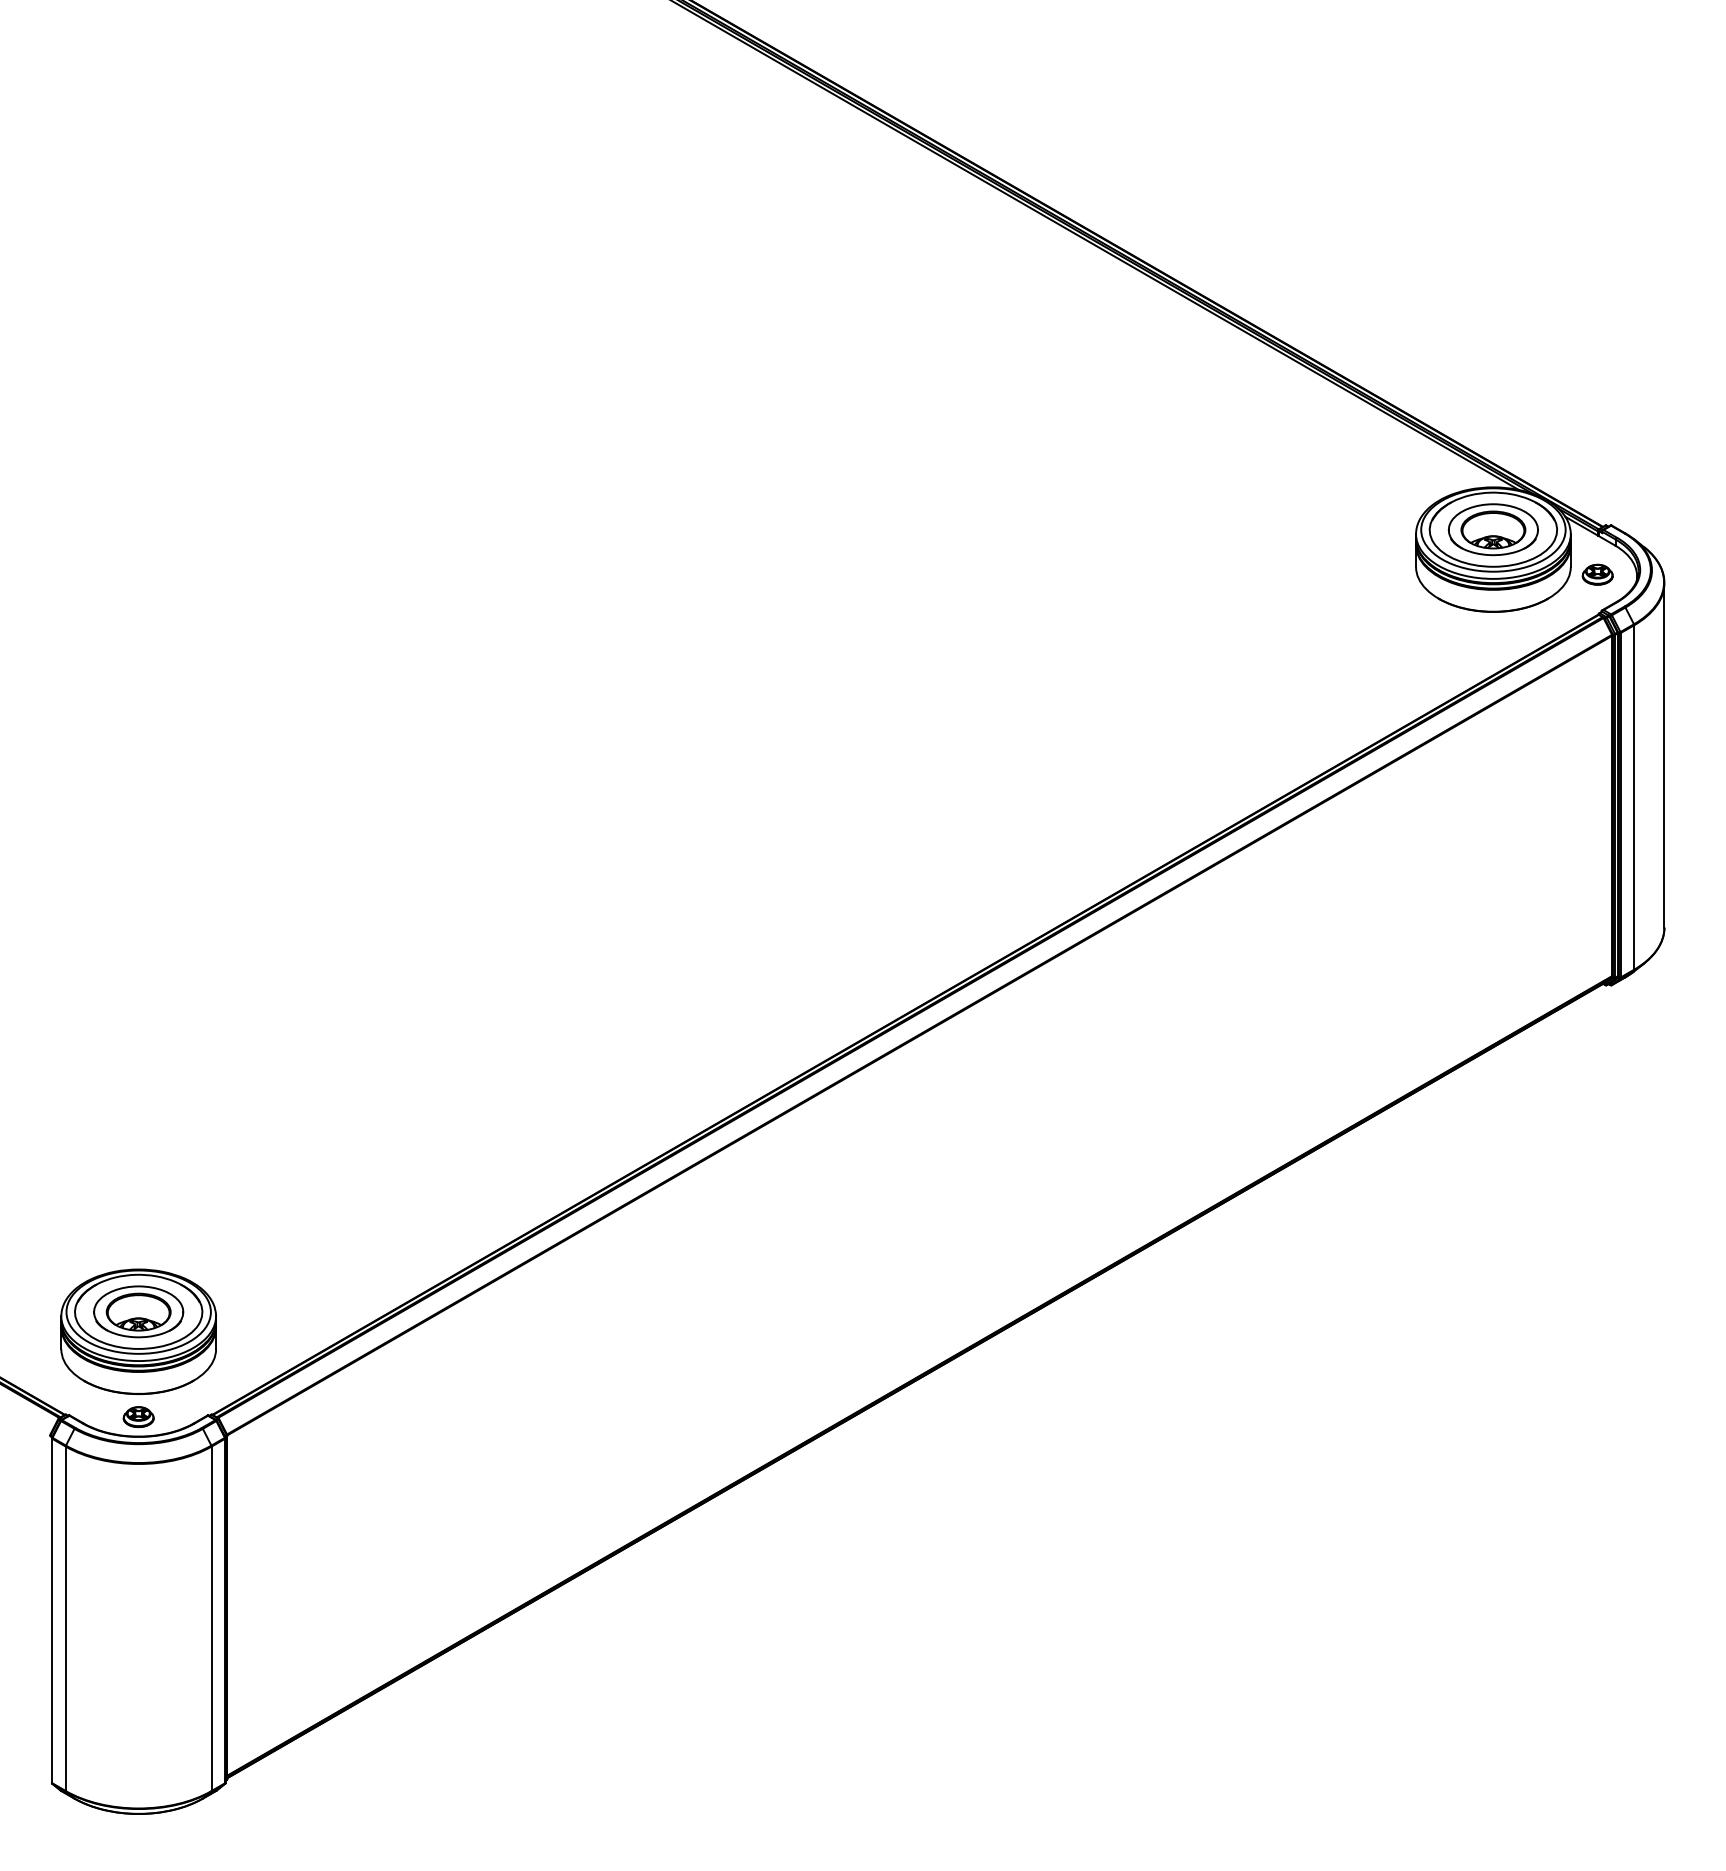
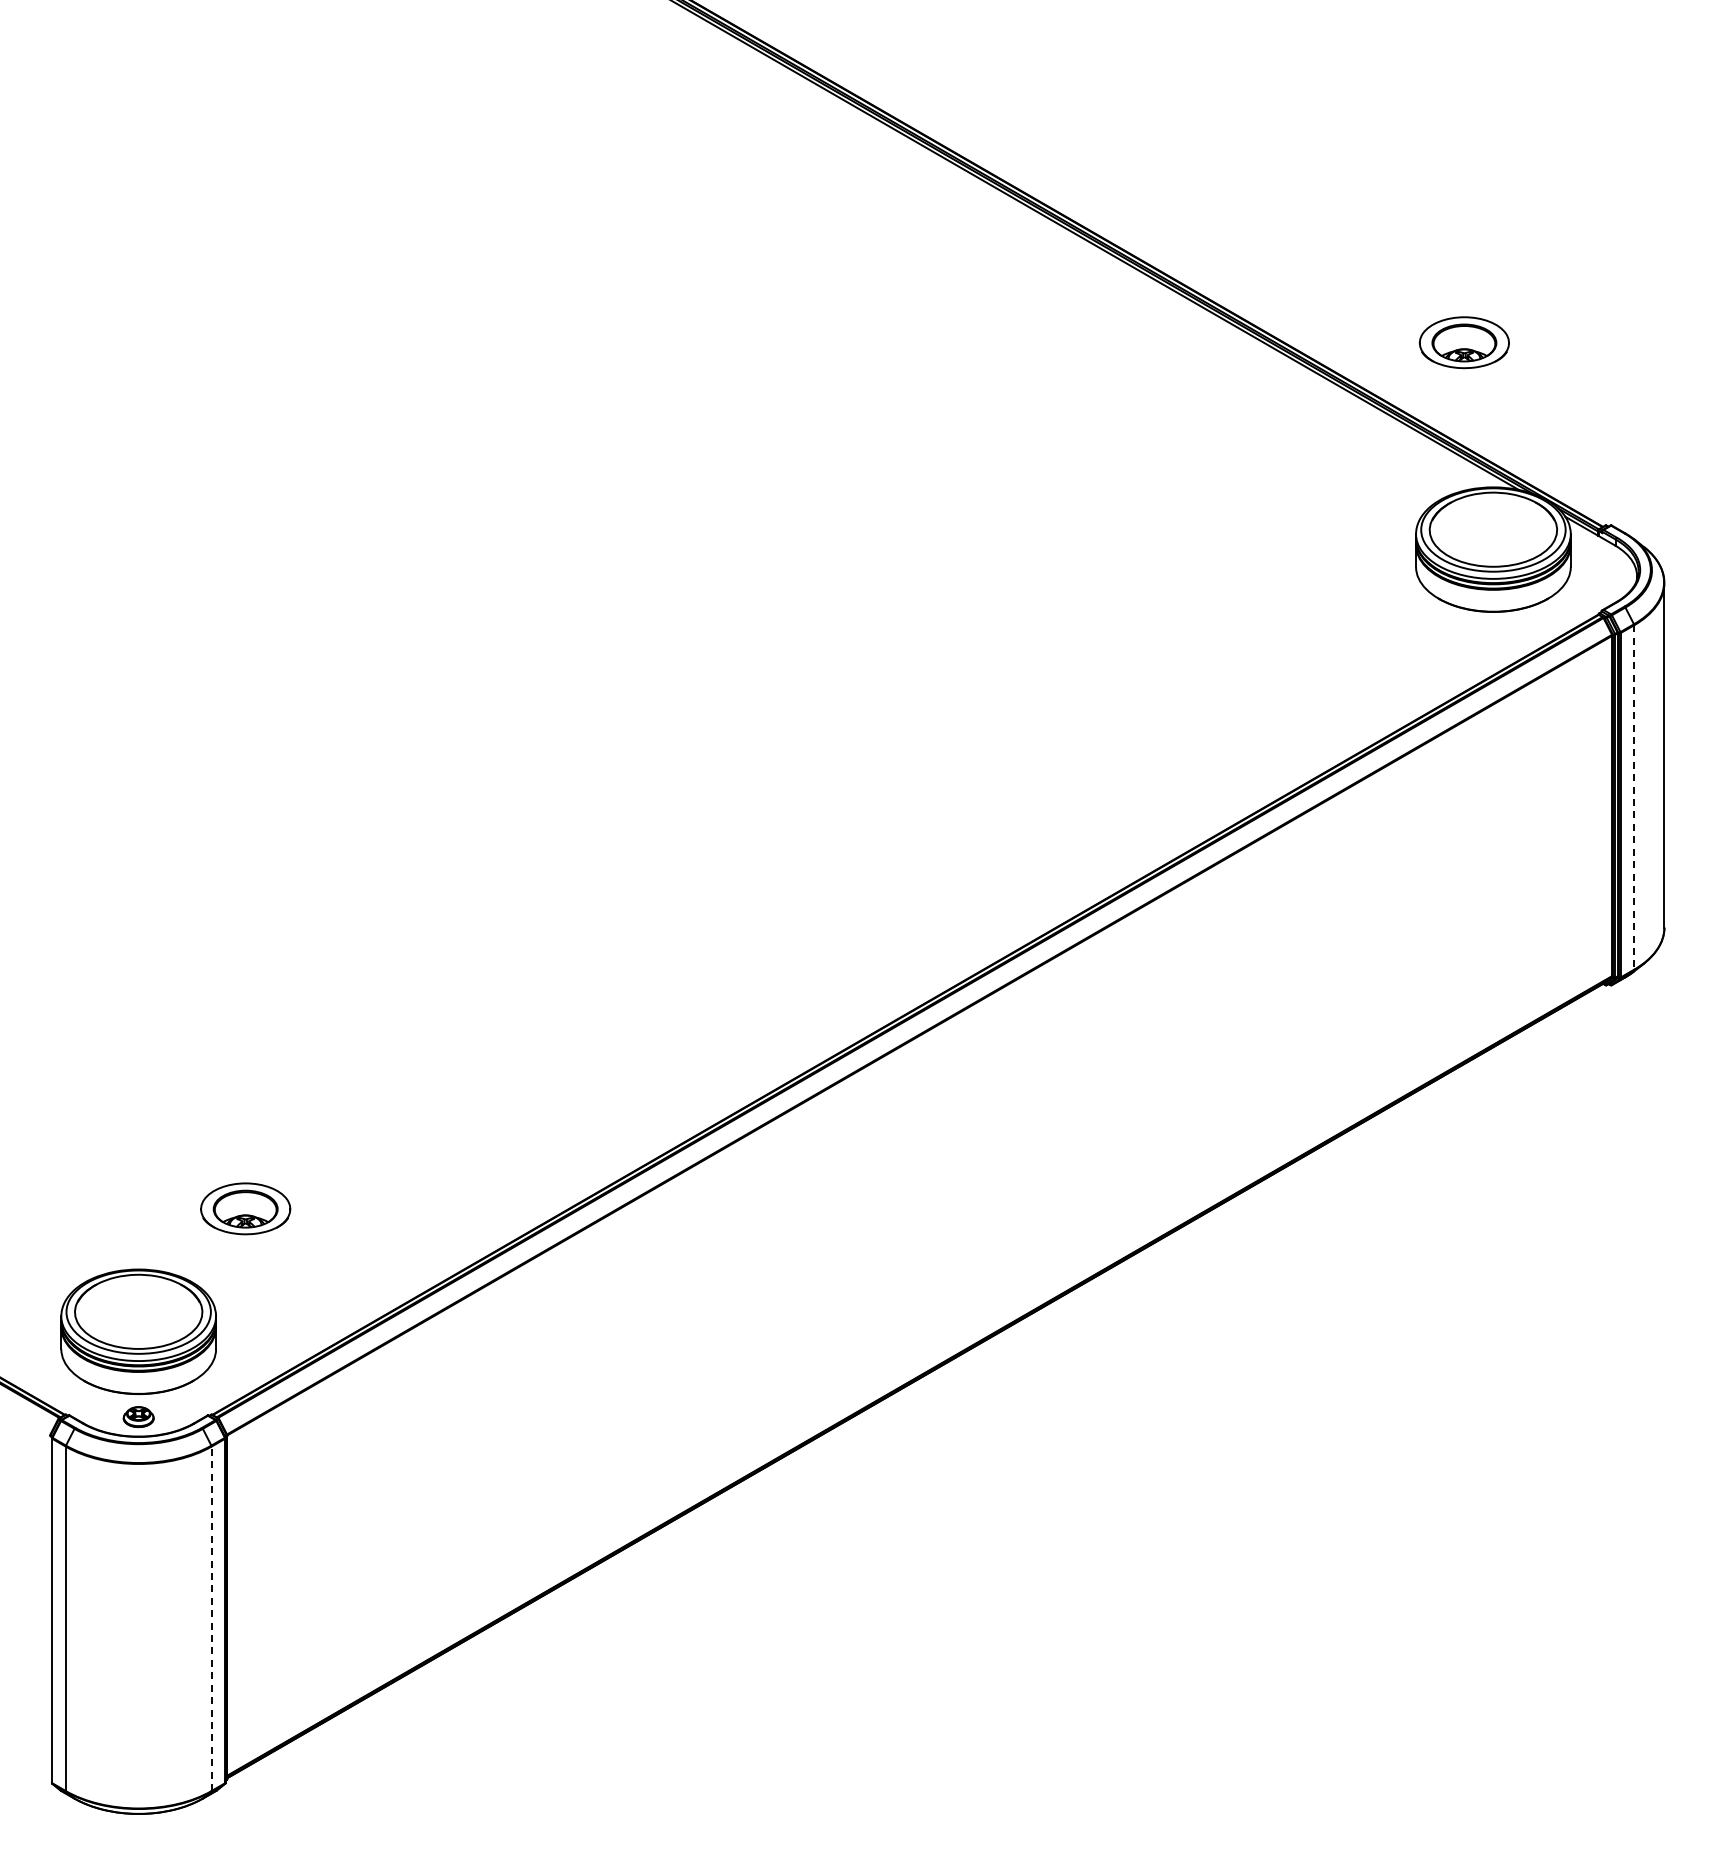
part at (1492, 529) position: (1492, 529) -> (1463, 342)
part at (1597, 574): present -> none
line at (1634, 797): solid -> dashed
part at (138, 1311) position: (138, 1311) -> (245, 1208)
line at (211, 1618): solid -> dashed
